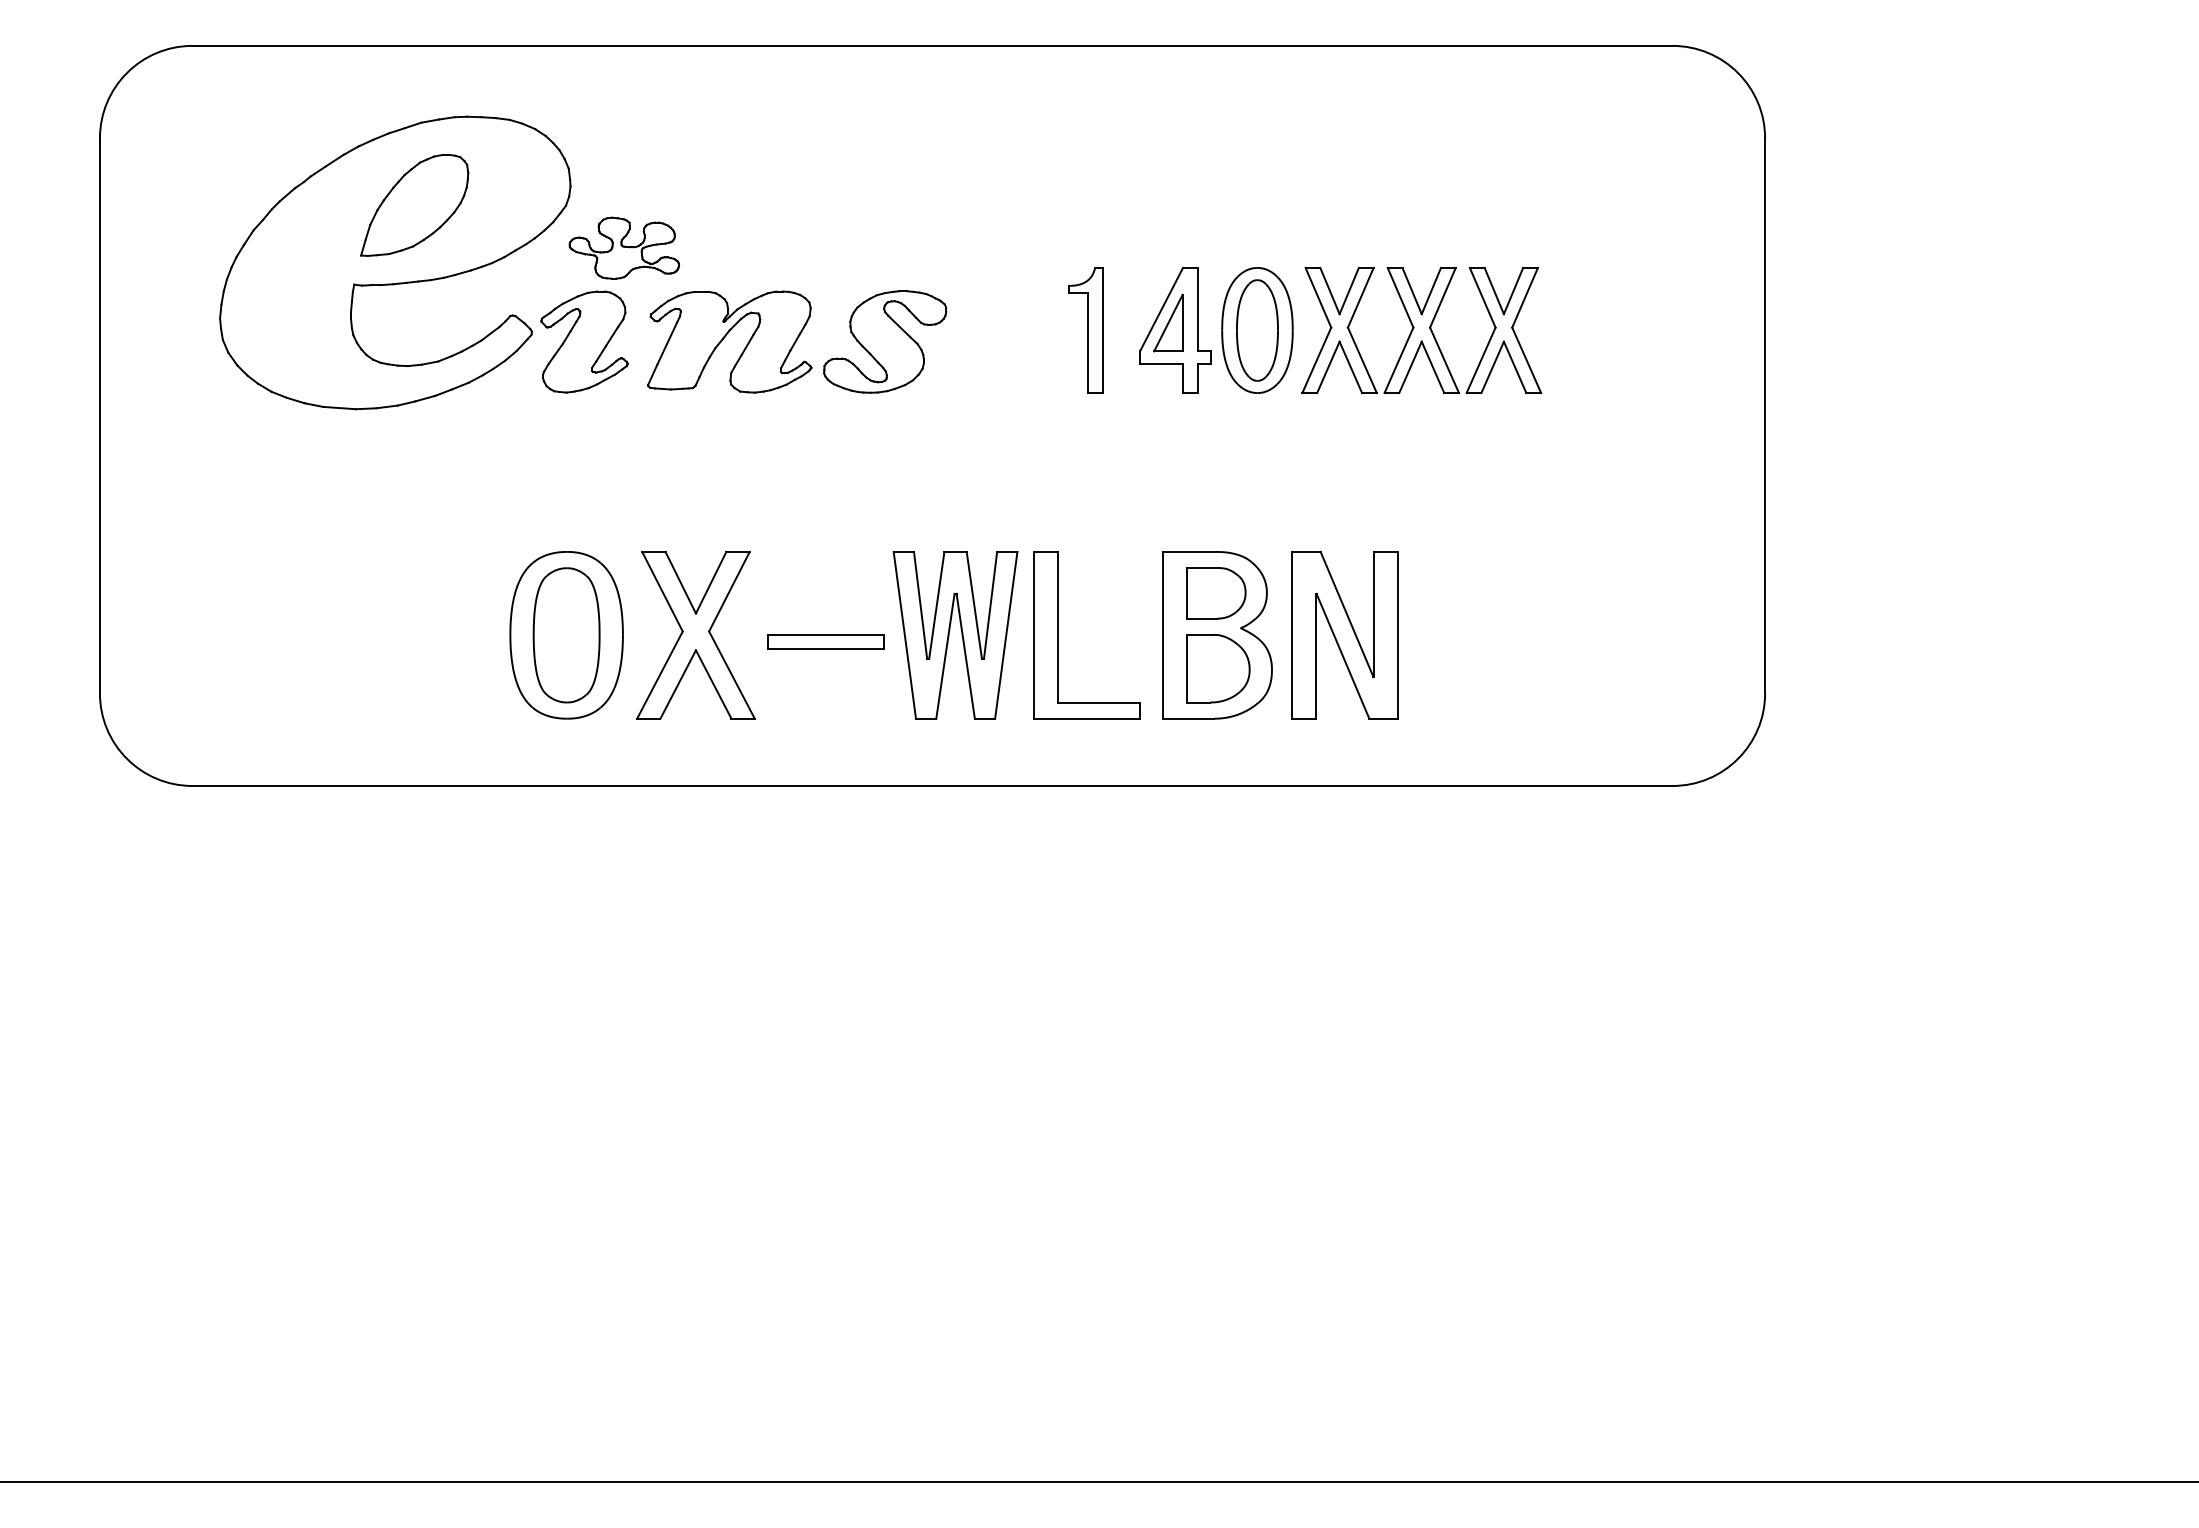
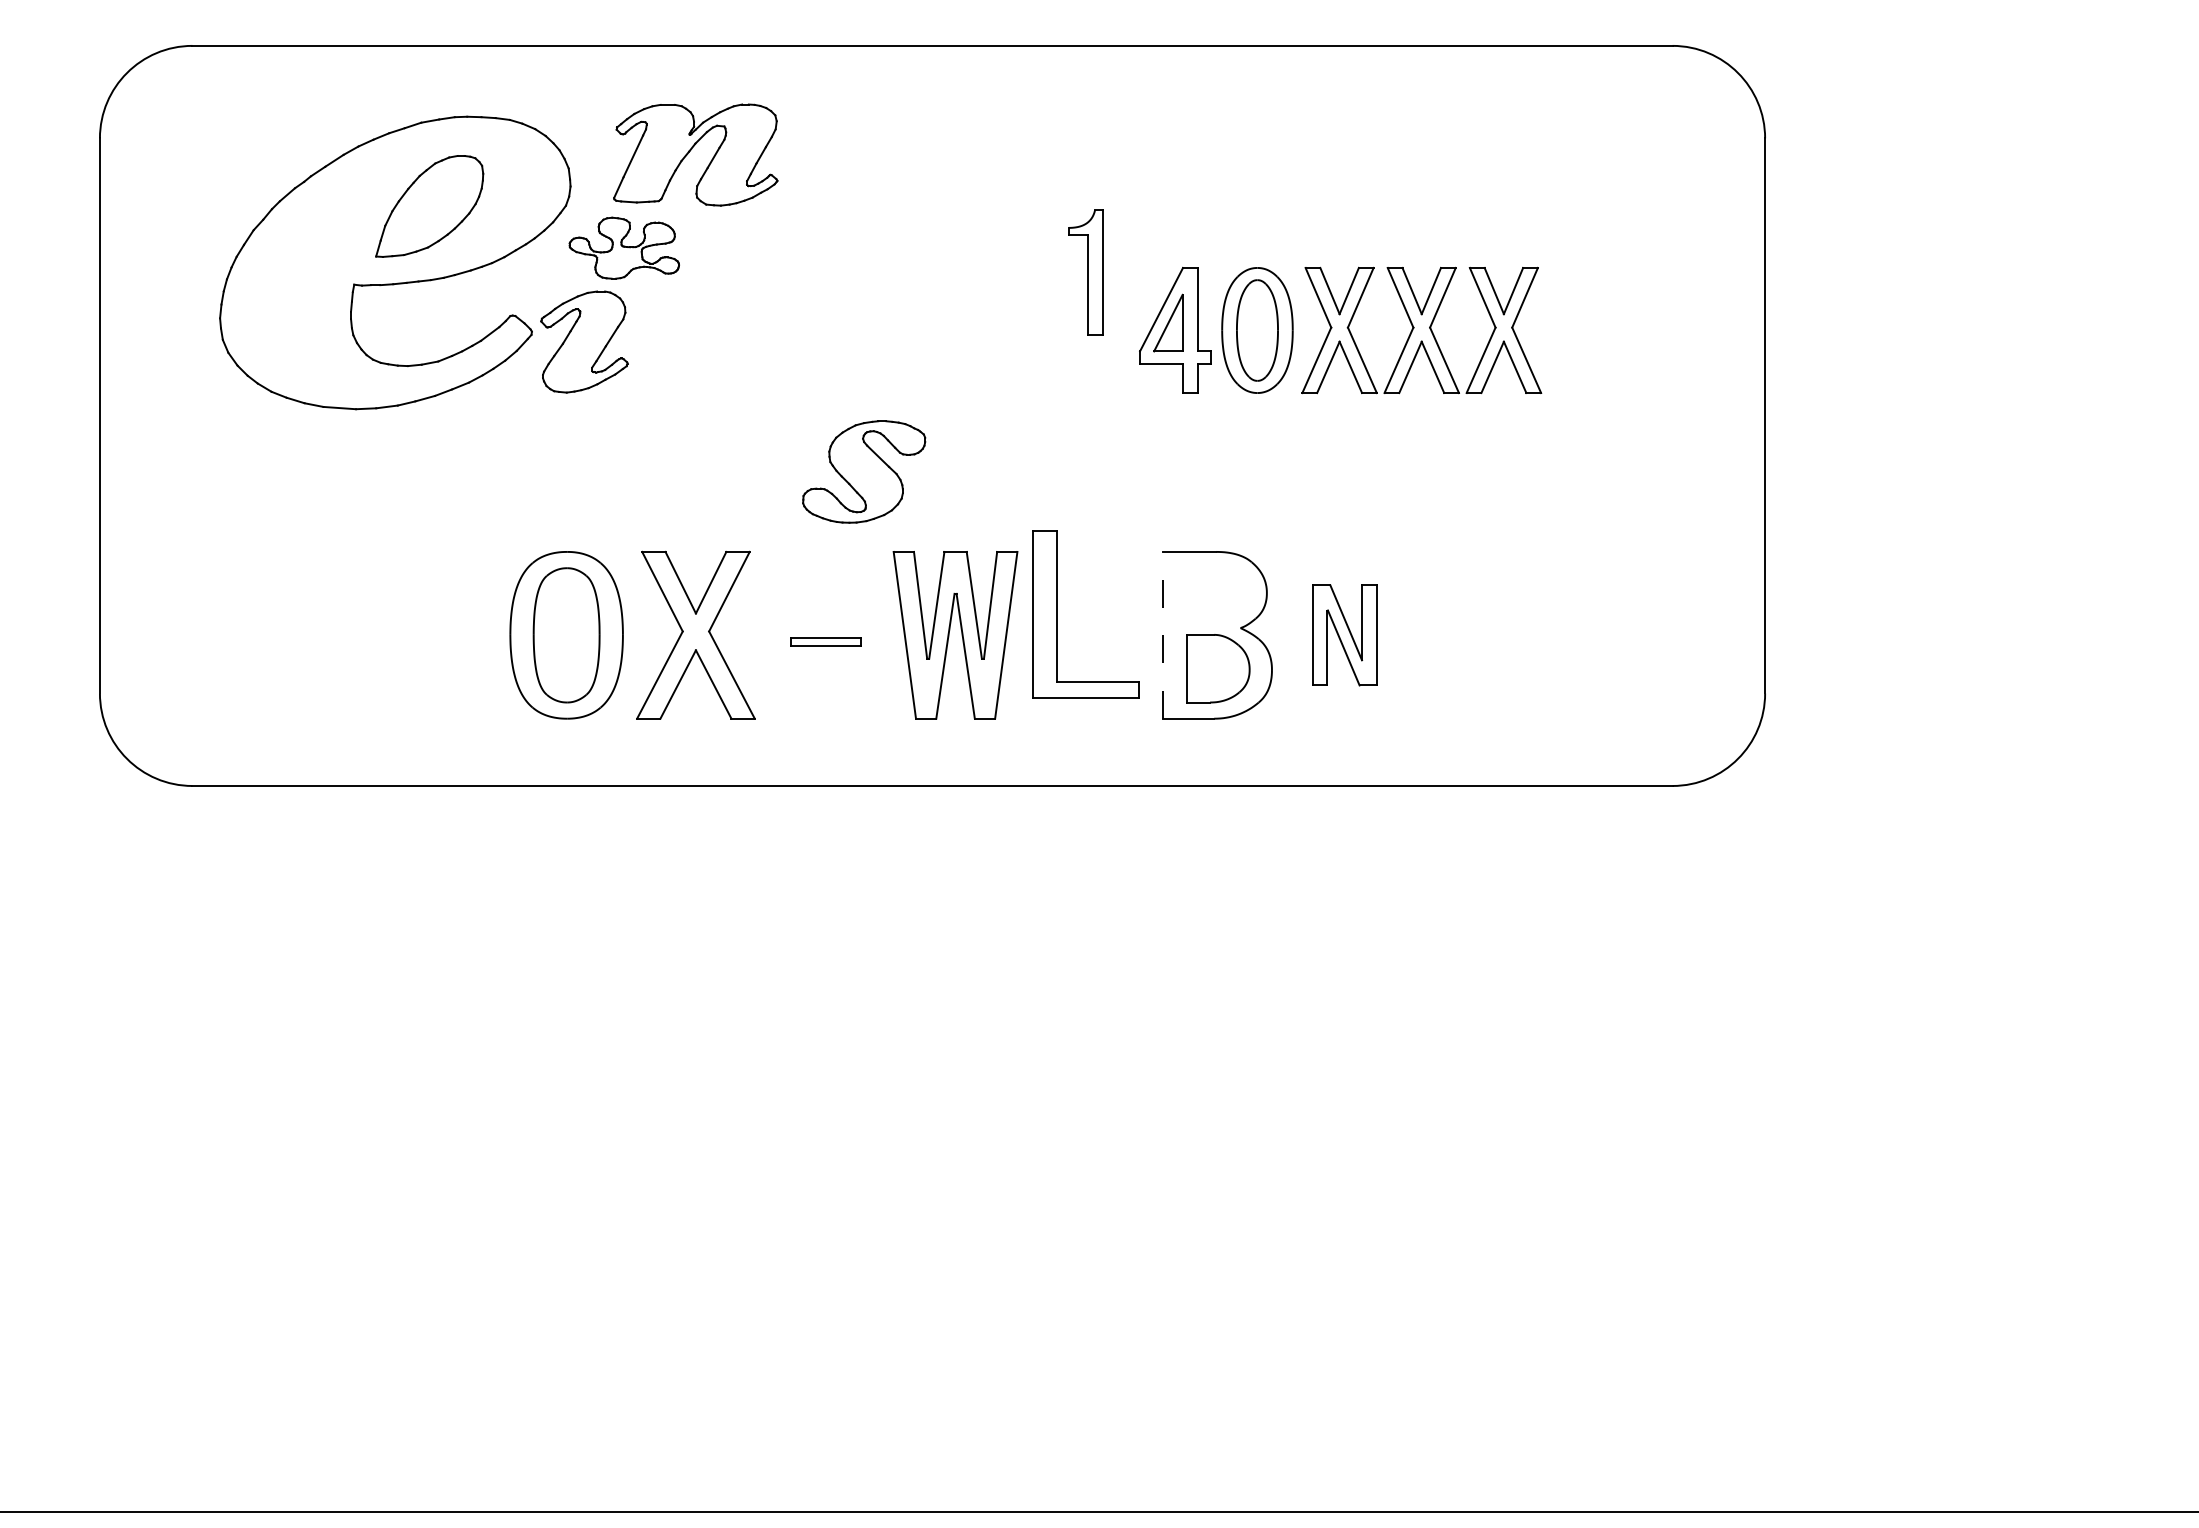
part at (414, 205) position: (414, 205) -> (429, 206)
part at (1085, 330) position: (1085, 330) -> (1085, 272)
part at (729, 341) position: (729, 341) -> (695, 154)
part at (885, 341) position: (885, 341) -> (864, 471)
part at (1216, 593): present -> none
line at (1162, 634): solid -> dashed
part at (1058, 635) position: (1058, 635) -> (1057, 614)
part at (1344, 635) size: 108x169 px -> 66x103 px
part at (825, 641) size: 118x16 px -> 72x10 px
line at (1098, 1482) position: (1098, 1482) -> (1098, 1512)
